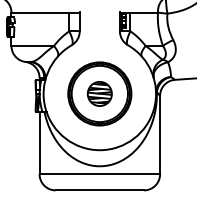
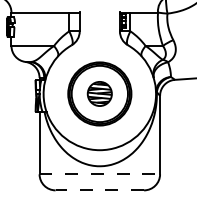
line at (100, 174): solid -> dashed
line at (99, 190): solid -> dashed
